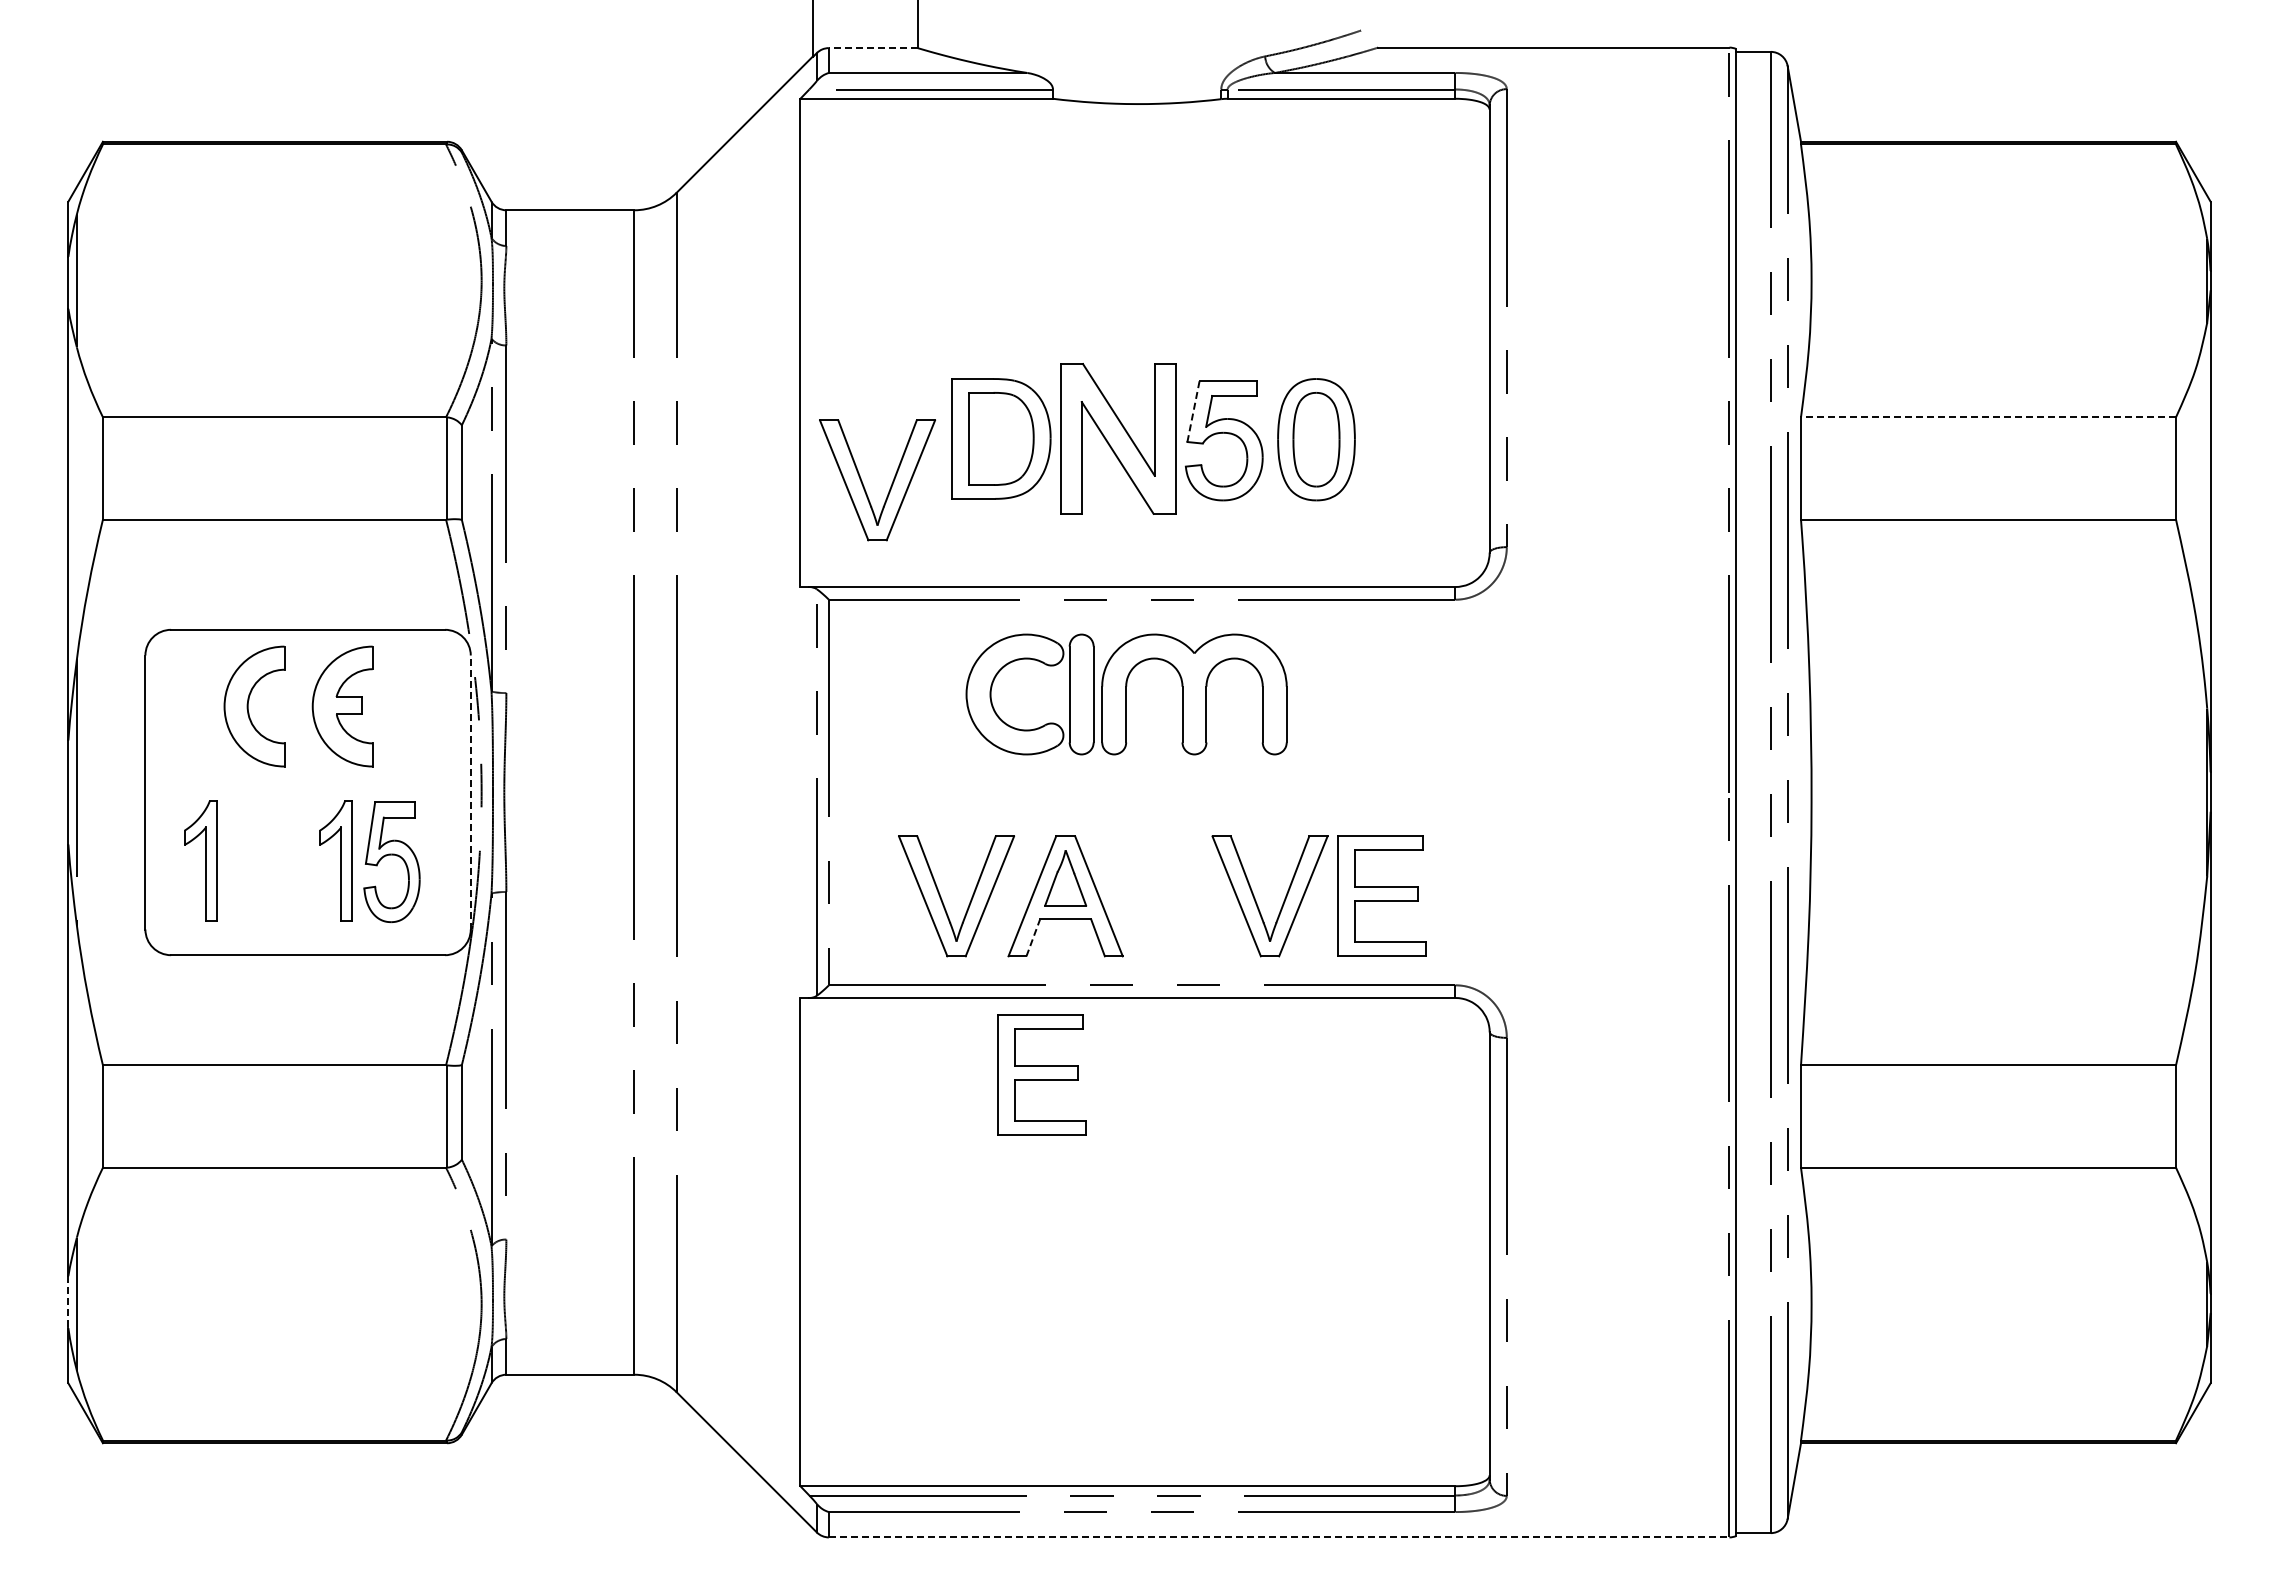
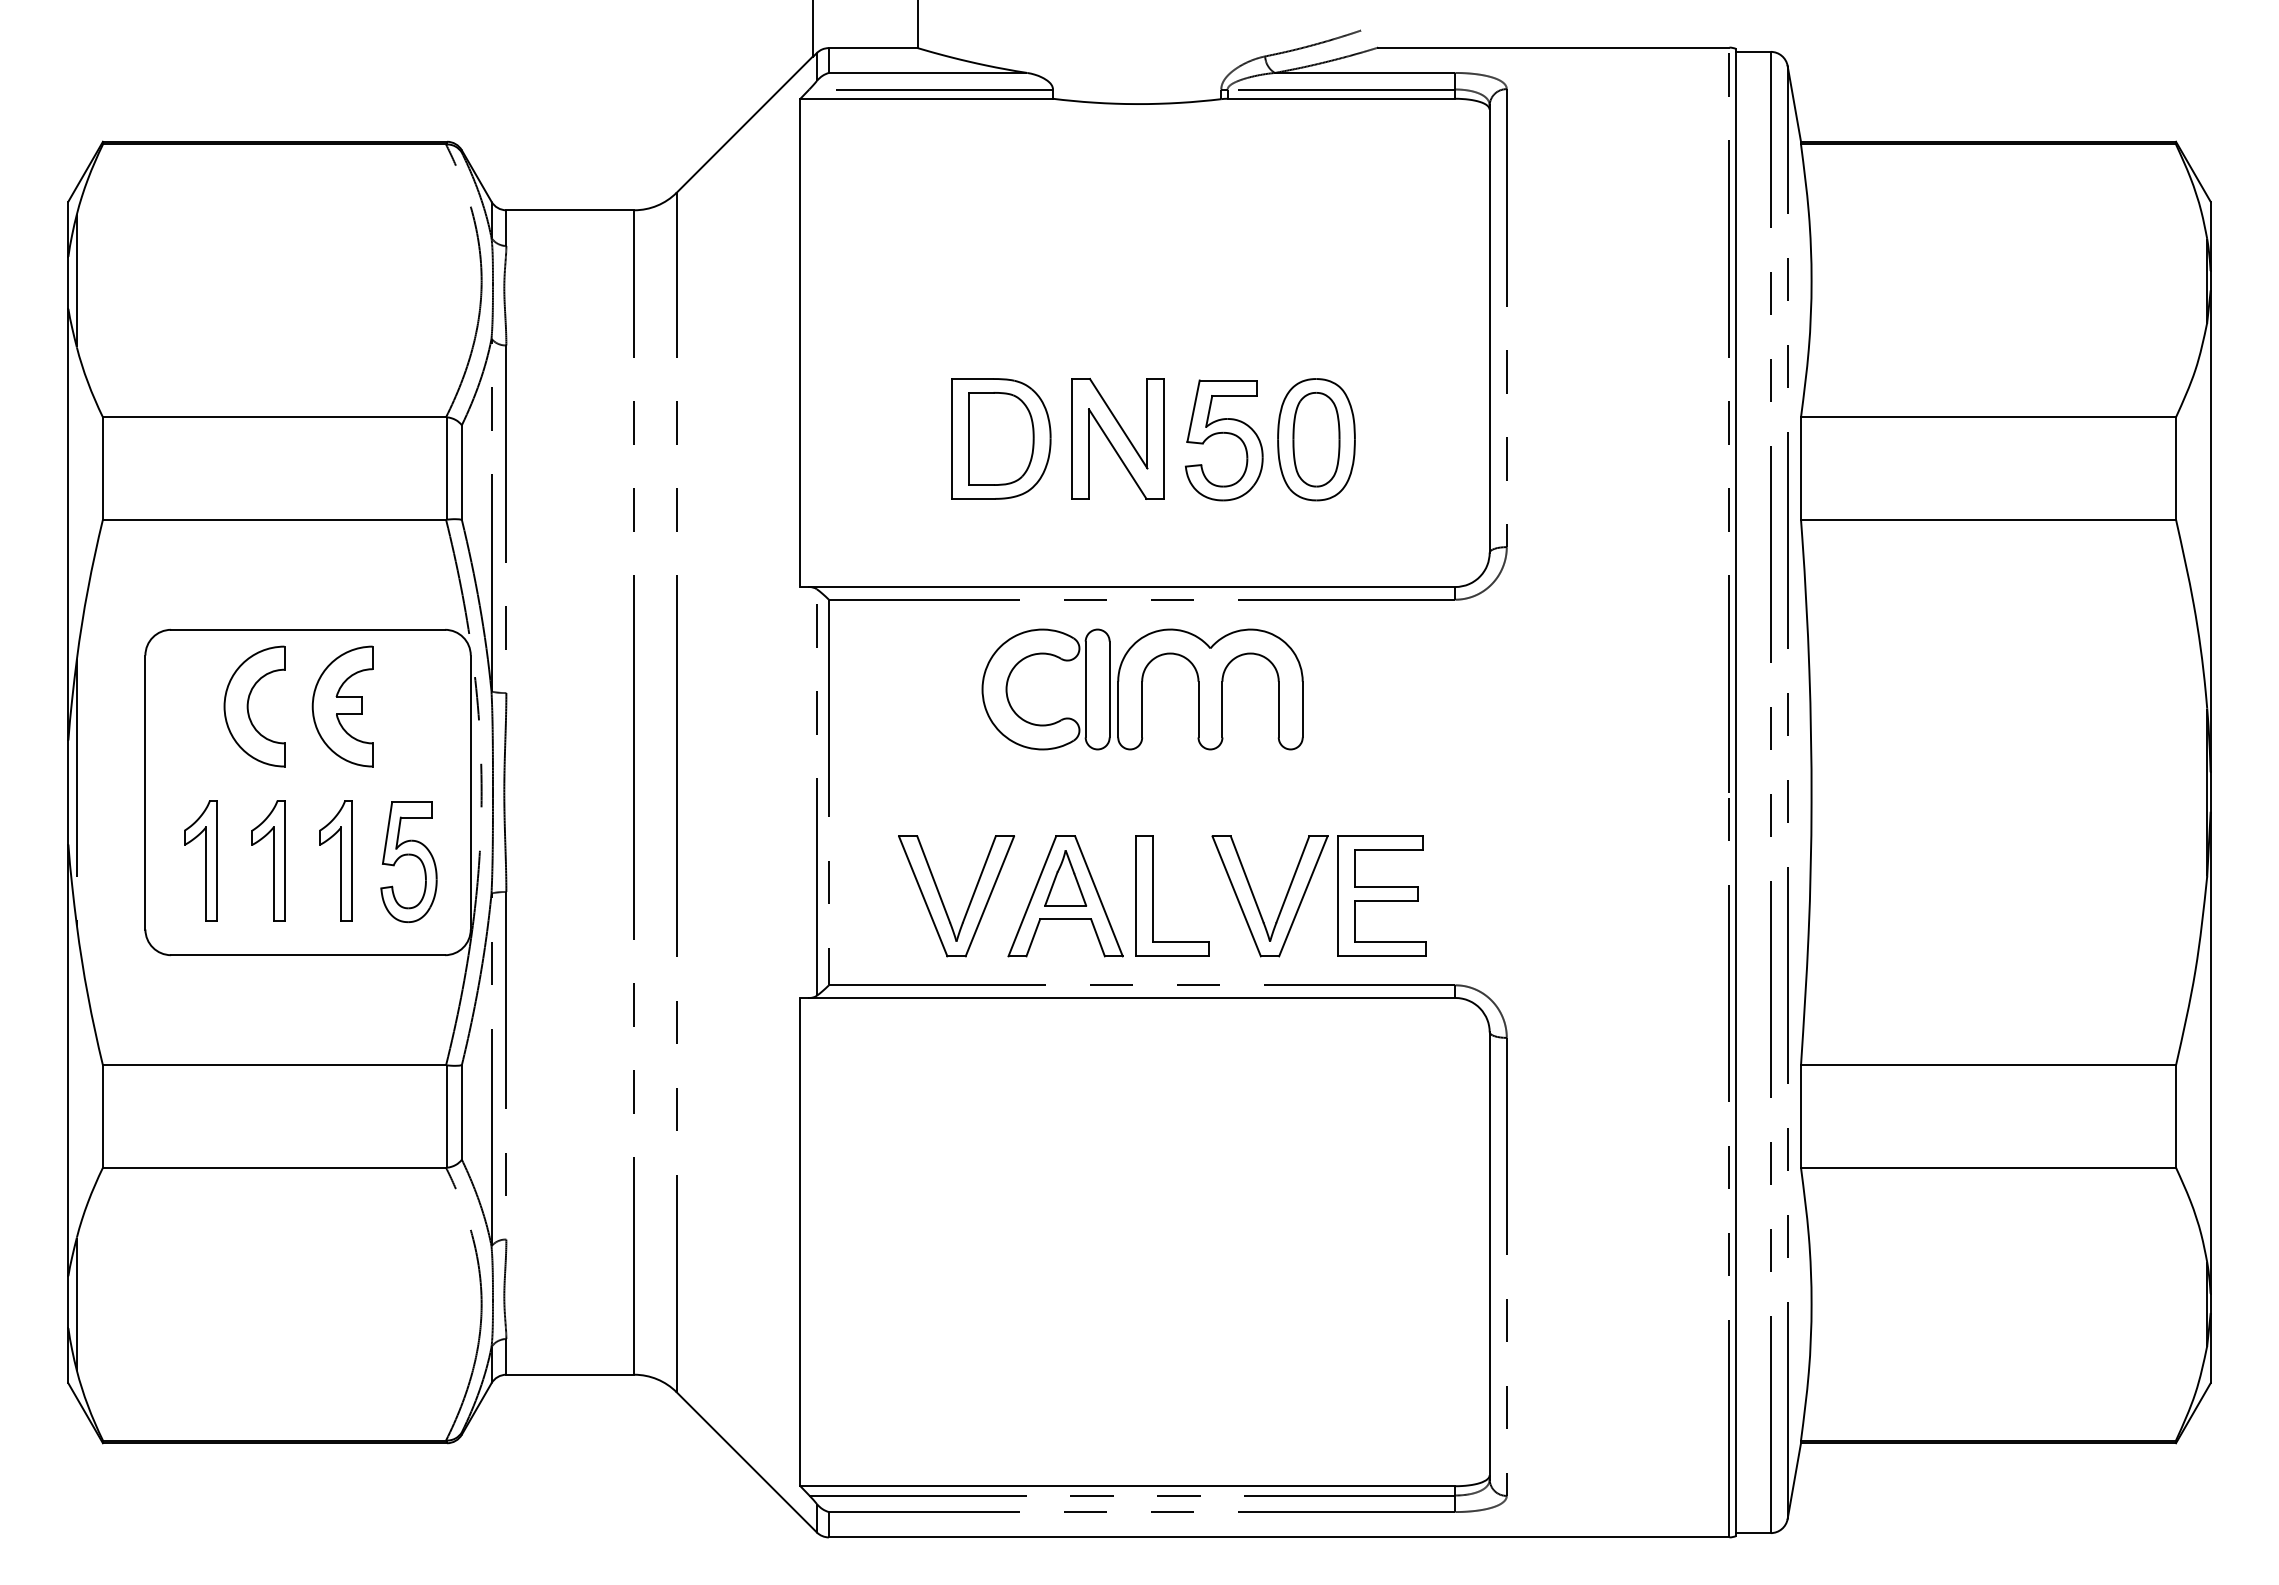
line at (872, 48): dashed -> solid
line at (1193, 410): dashed -> solid
line at (1988, 417): dashed -> solid
part at (1118, 438) size: 117x152 px -> 94x122 px
part at (863, 483): present -> none
part at (1126, 694) position: (1126, 694) -> (1142, 689)
line at (470, 792): dashed -> solid
part at (391, 855) position: (391, 855) -> (408, 855)
part at (268, 860): none -> present
part at (1153, 895): none -> present
line at (1033, 937): dashed -> solid
part at (1041, 1074): present -> none
line at (68, 1302): dashed -> solid
line at (1279, 1537): dashed -> solid
